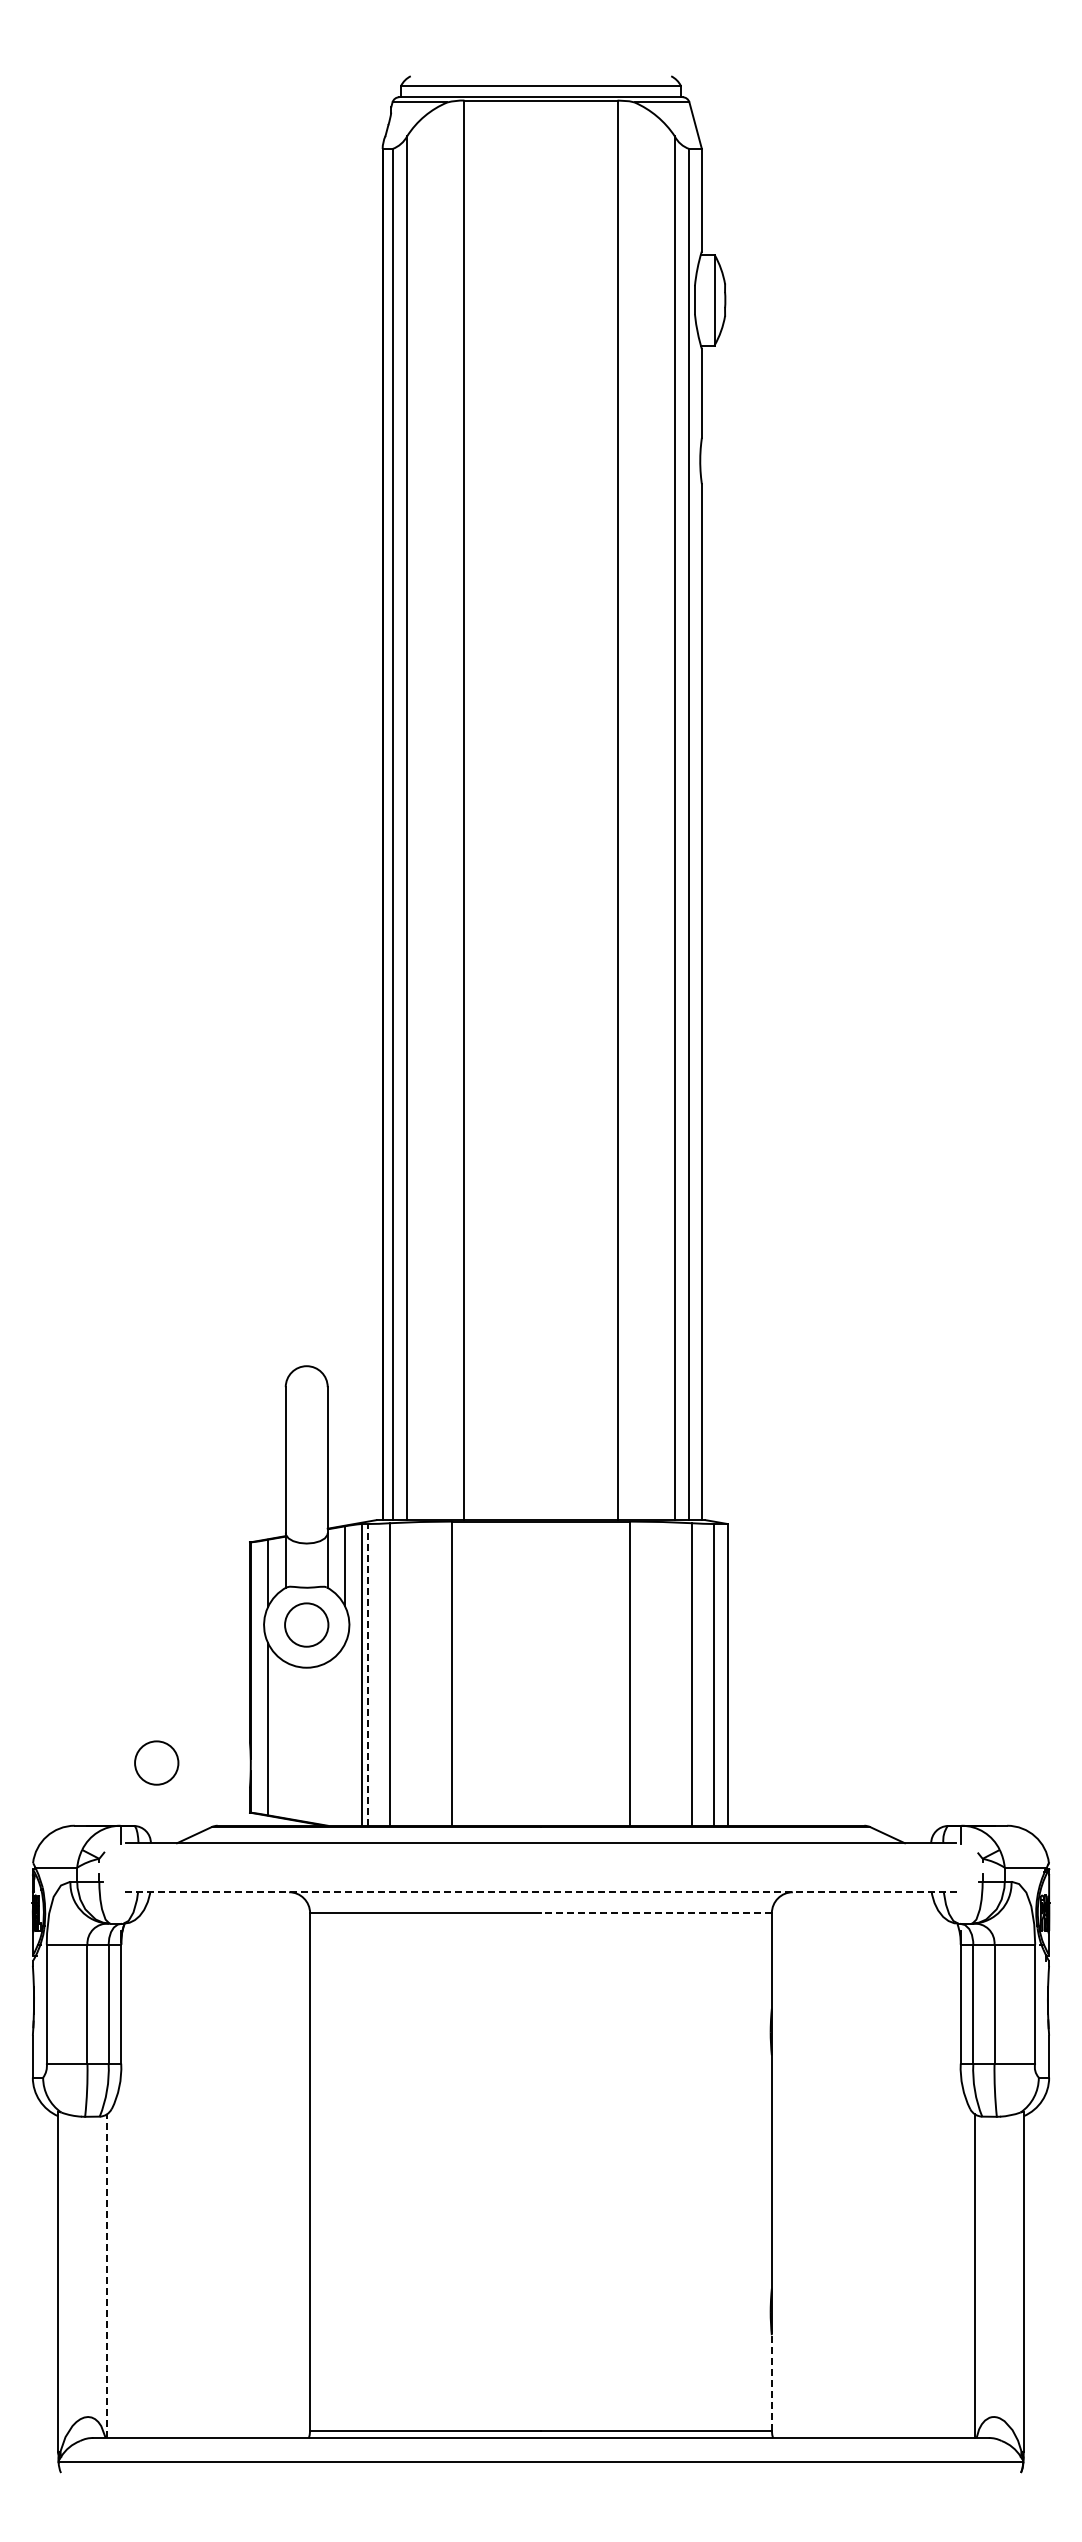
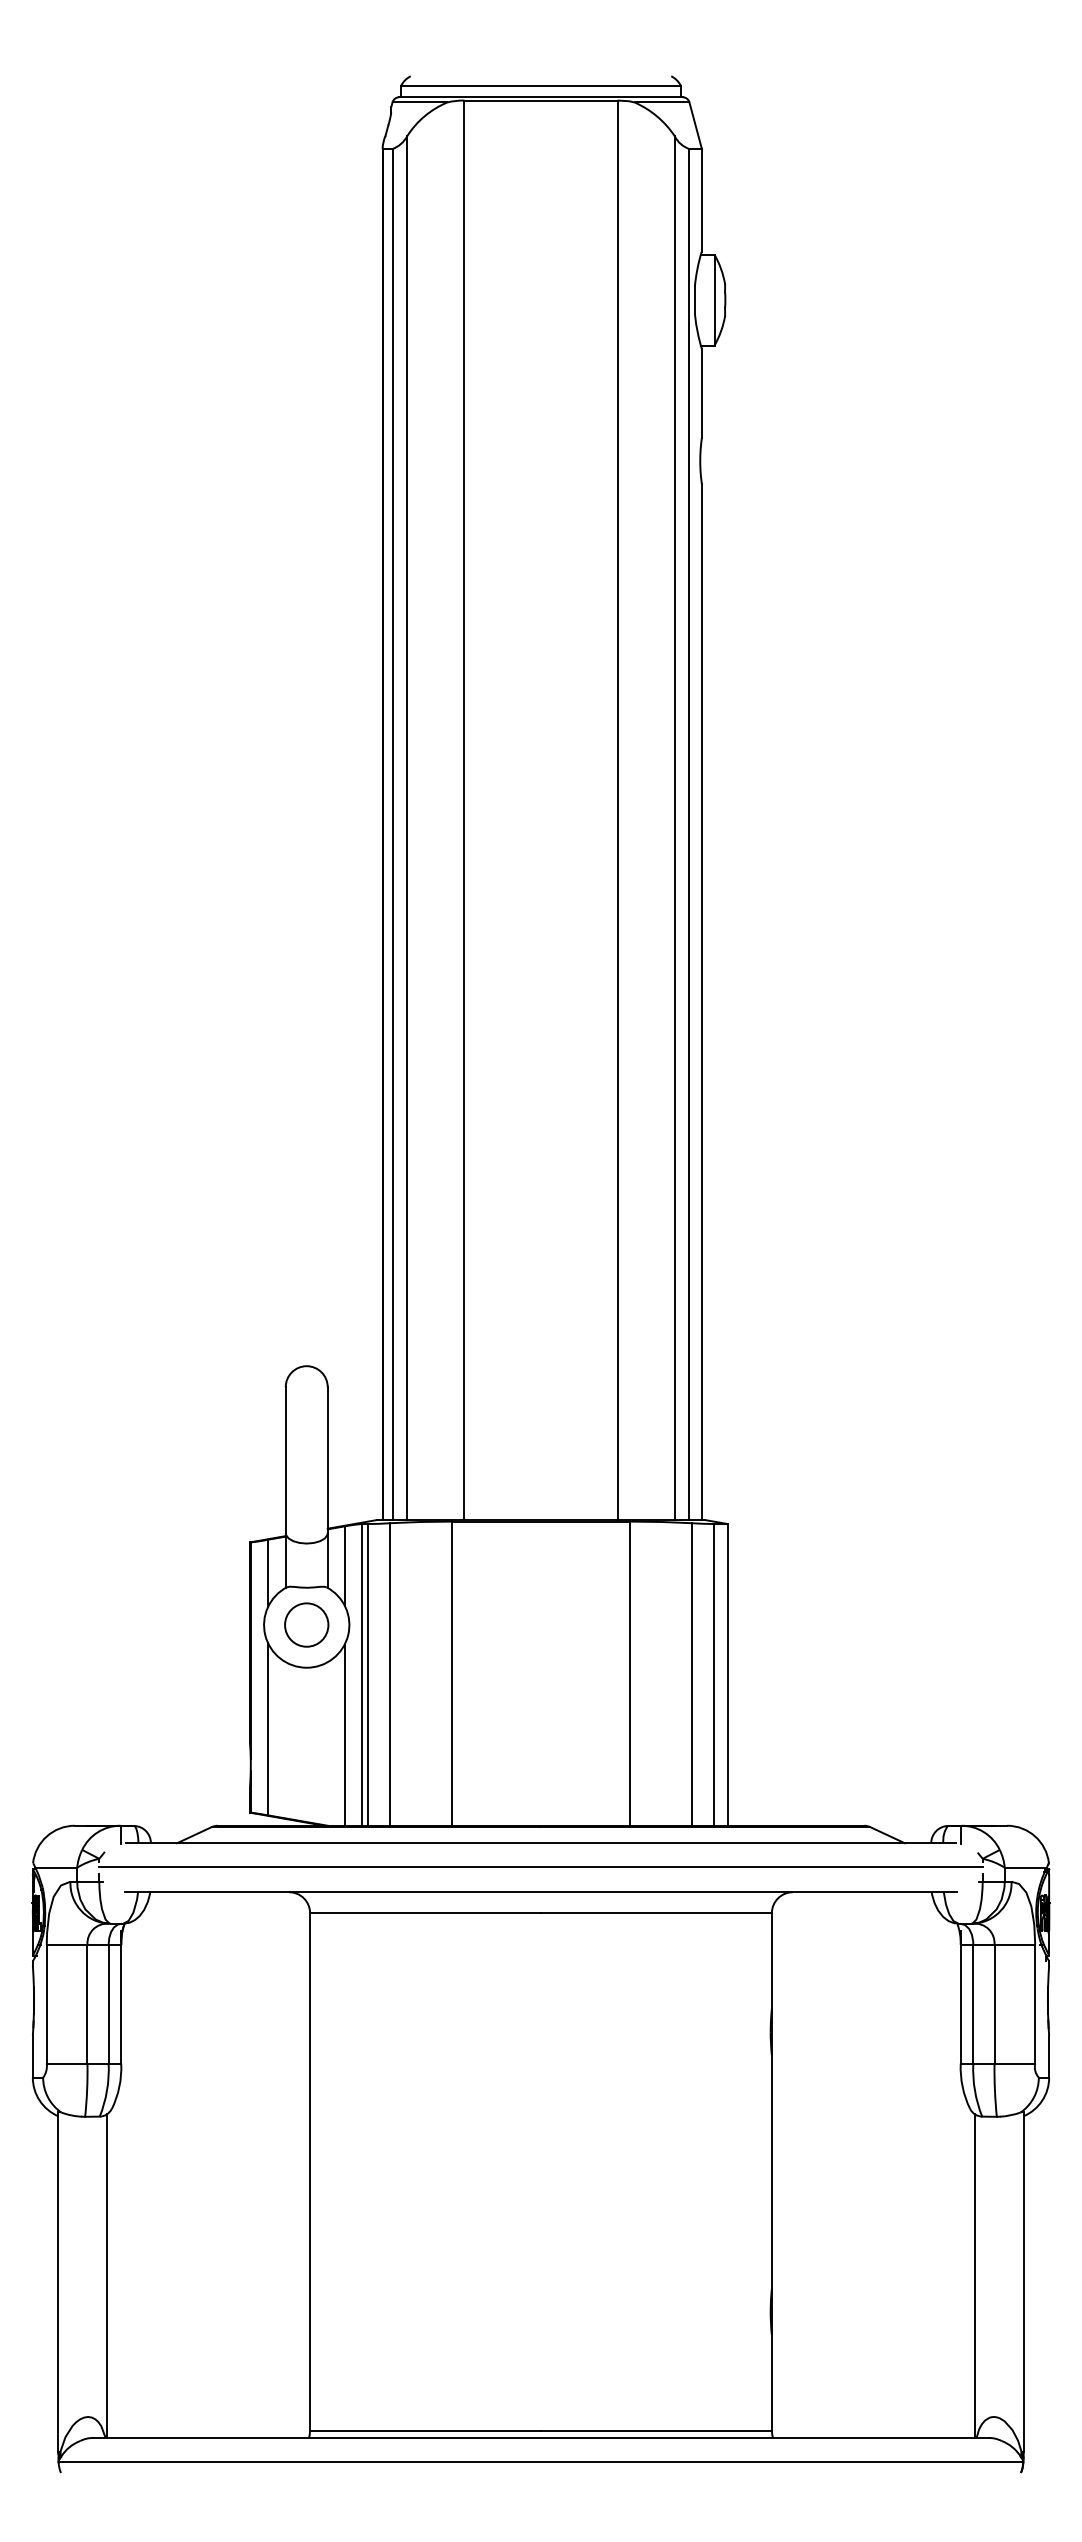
line at (368, 1674): dashed -> solid
line at (344, 1734): none -> present
circle at (156, 1762): present -> none
line at (540, 1866): none -> present
line at (541, 1892): dashed -> solid
line at (655, 1913): dashed -> solid
line at (107, 2275): dashed -> solid
line at (771, 2383): dashed -> solid
